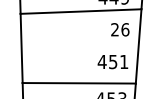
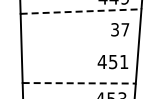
line at (81, 11): solid -> dashed
text at (120, 29): 26 -> 37
line at (79, 83): solid -> dashed
